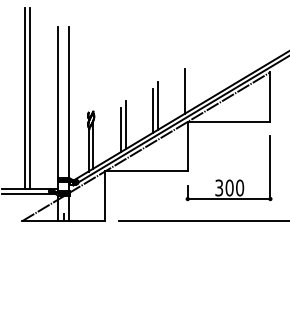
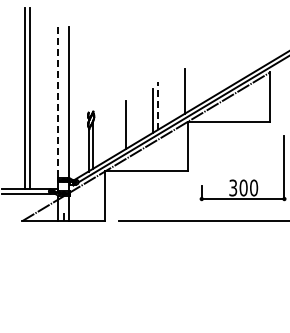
line at (58, 102): solid -> dashed
line at (157, 105): solid -> dashed
line at (120, 130): present -> none
part at (228, 179) position: (228, 179) -> (242, 179)
